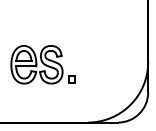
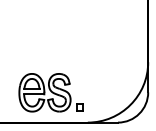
part at (42, 64) position: (42, 64) -> (50, 92)
